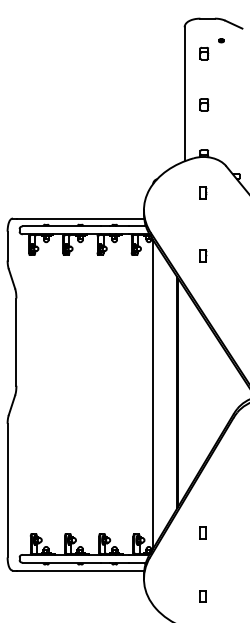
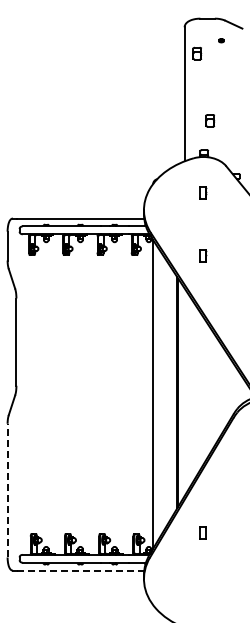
part at (204, 53) position: (204, 53) -> (197, 53)
part at (204, 104) position: (204, 104) -> (210, 120)
line at (7, 490): solid -> dashed
line at (81, 570): solid -> dashed
part at (202, 596): present -> none
